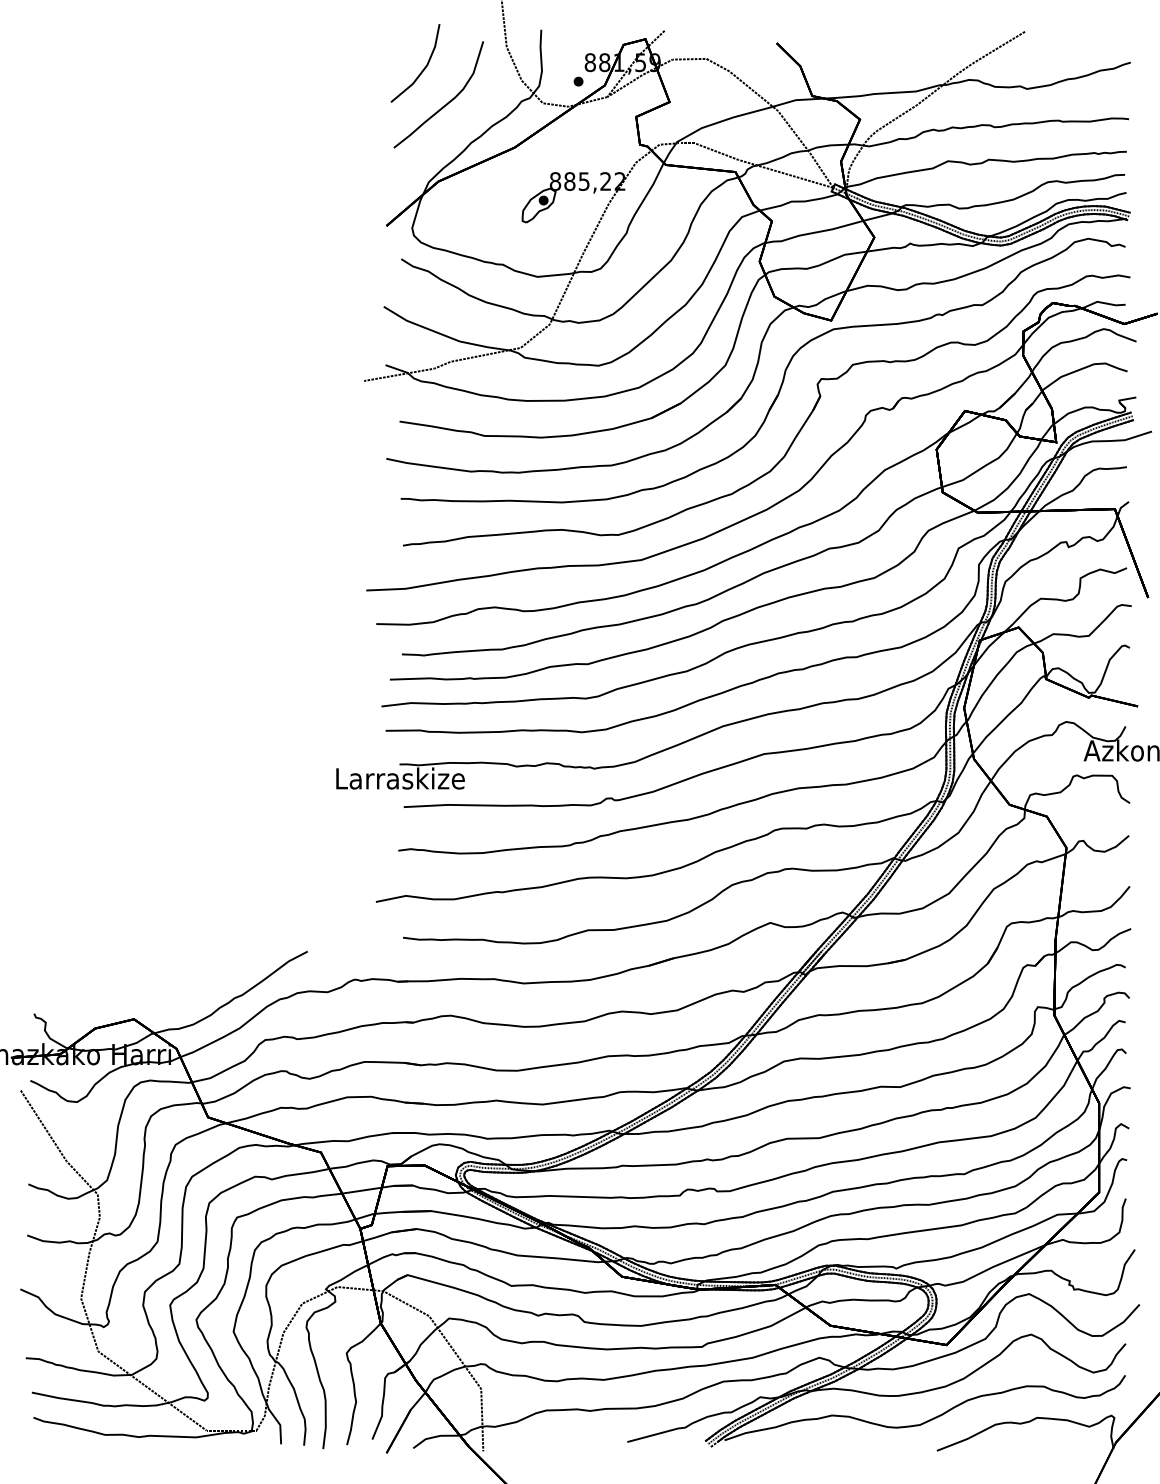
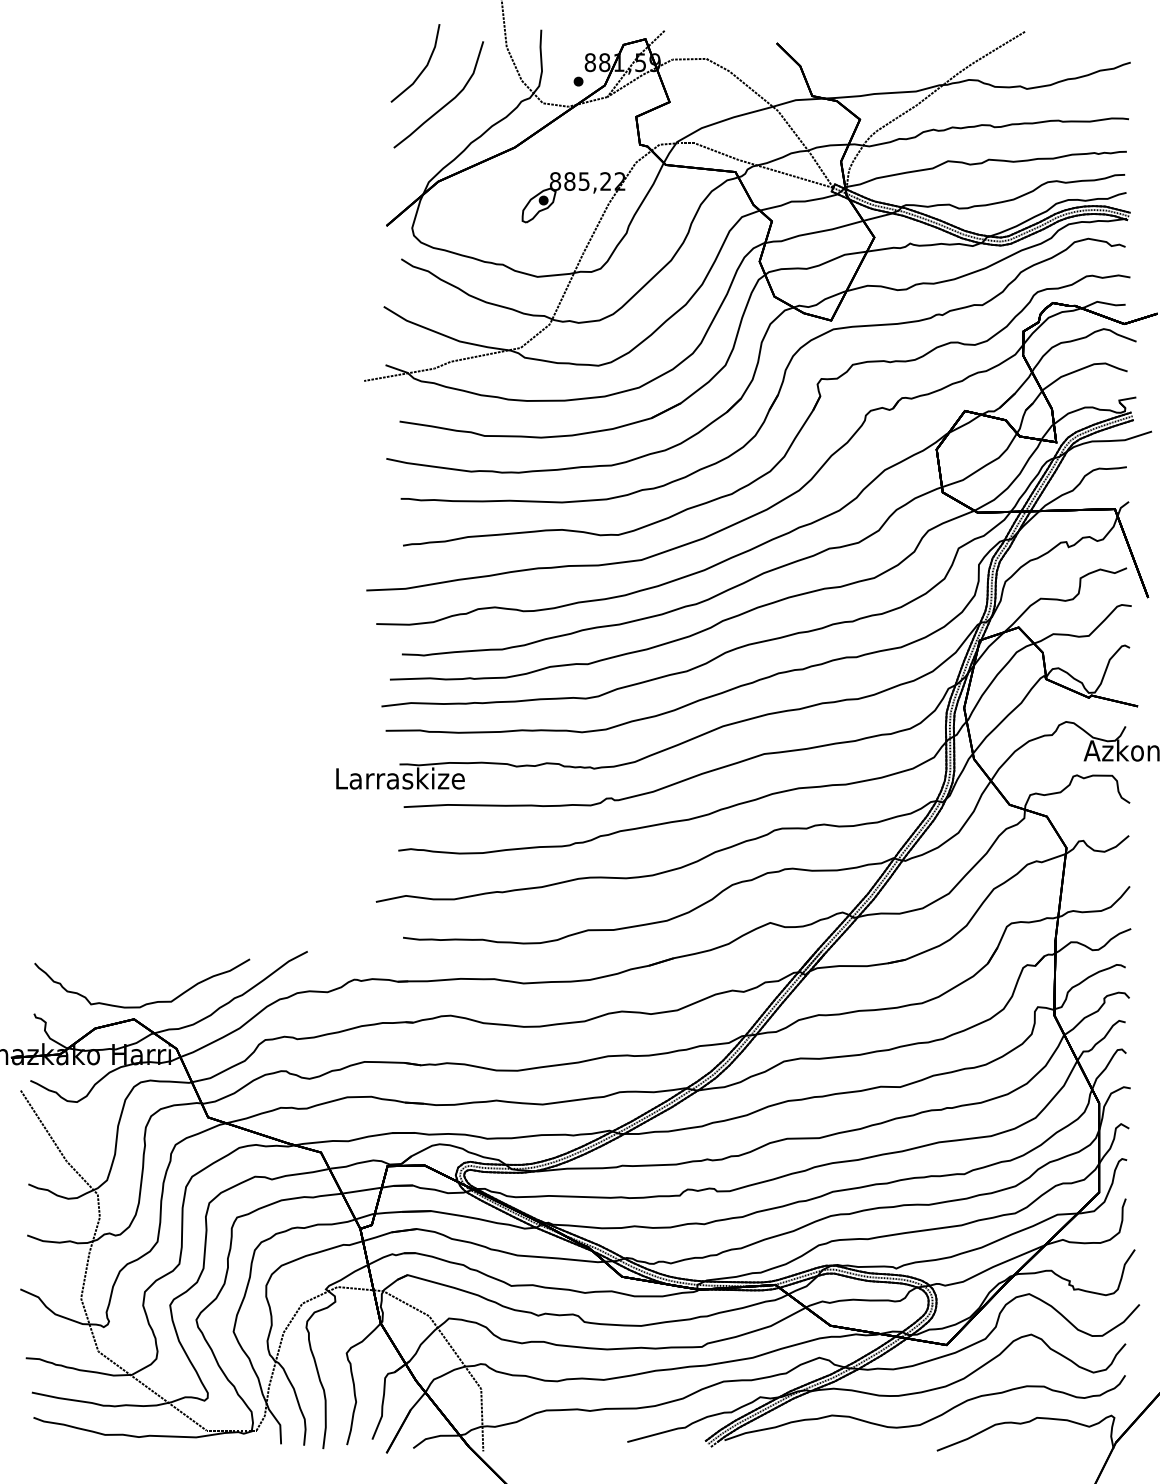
curve at (145, 1003): none -> present
